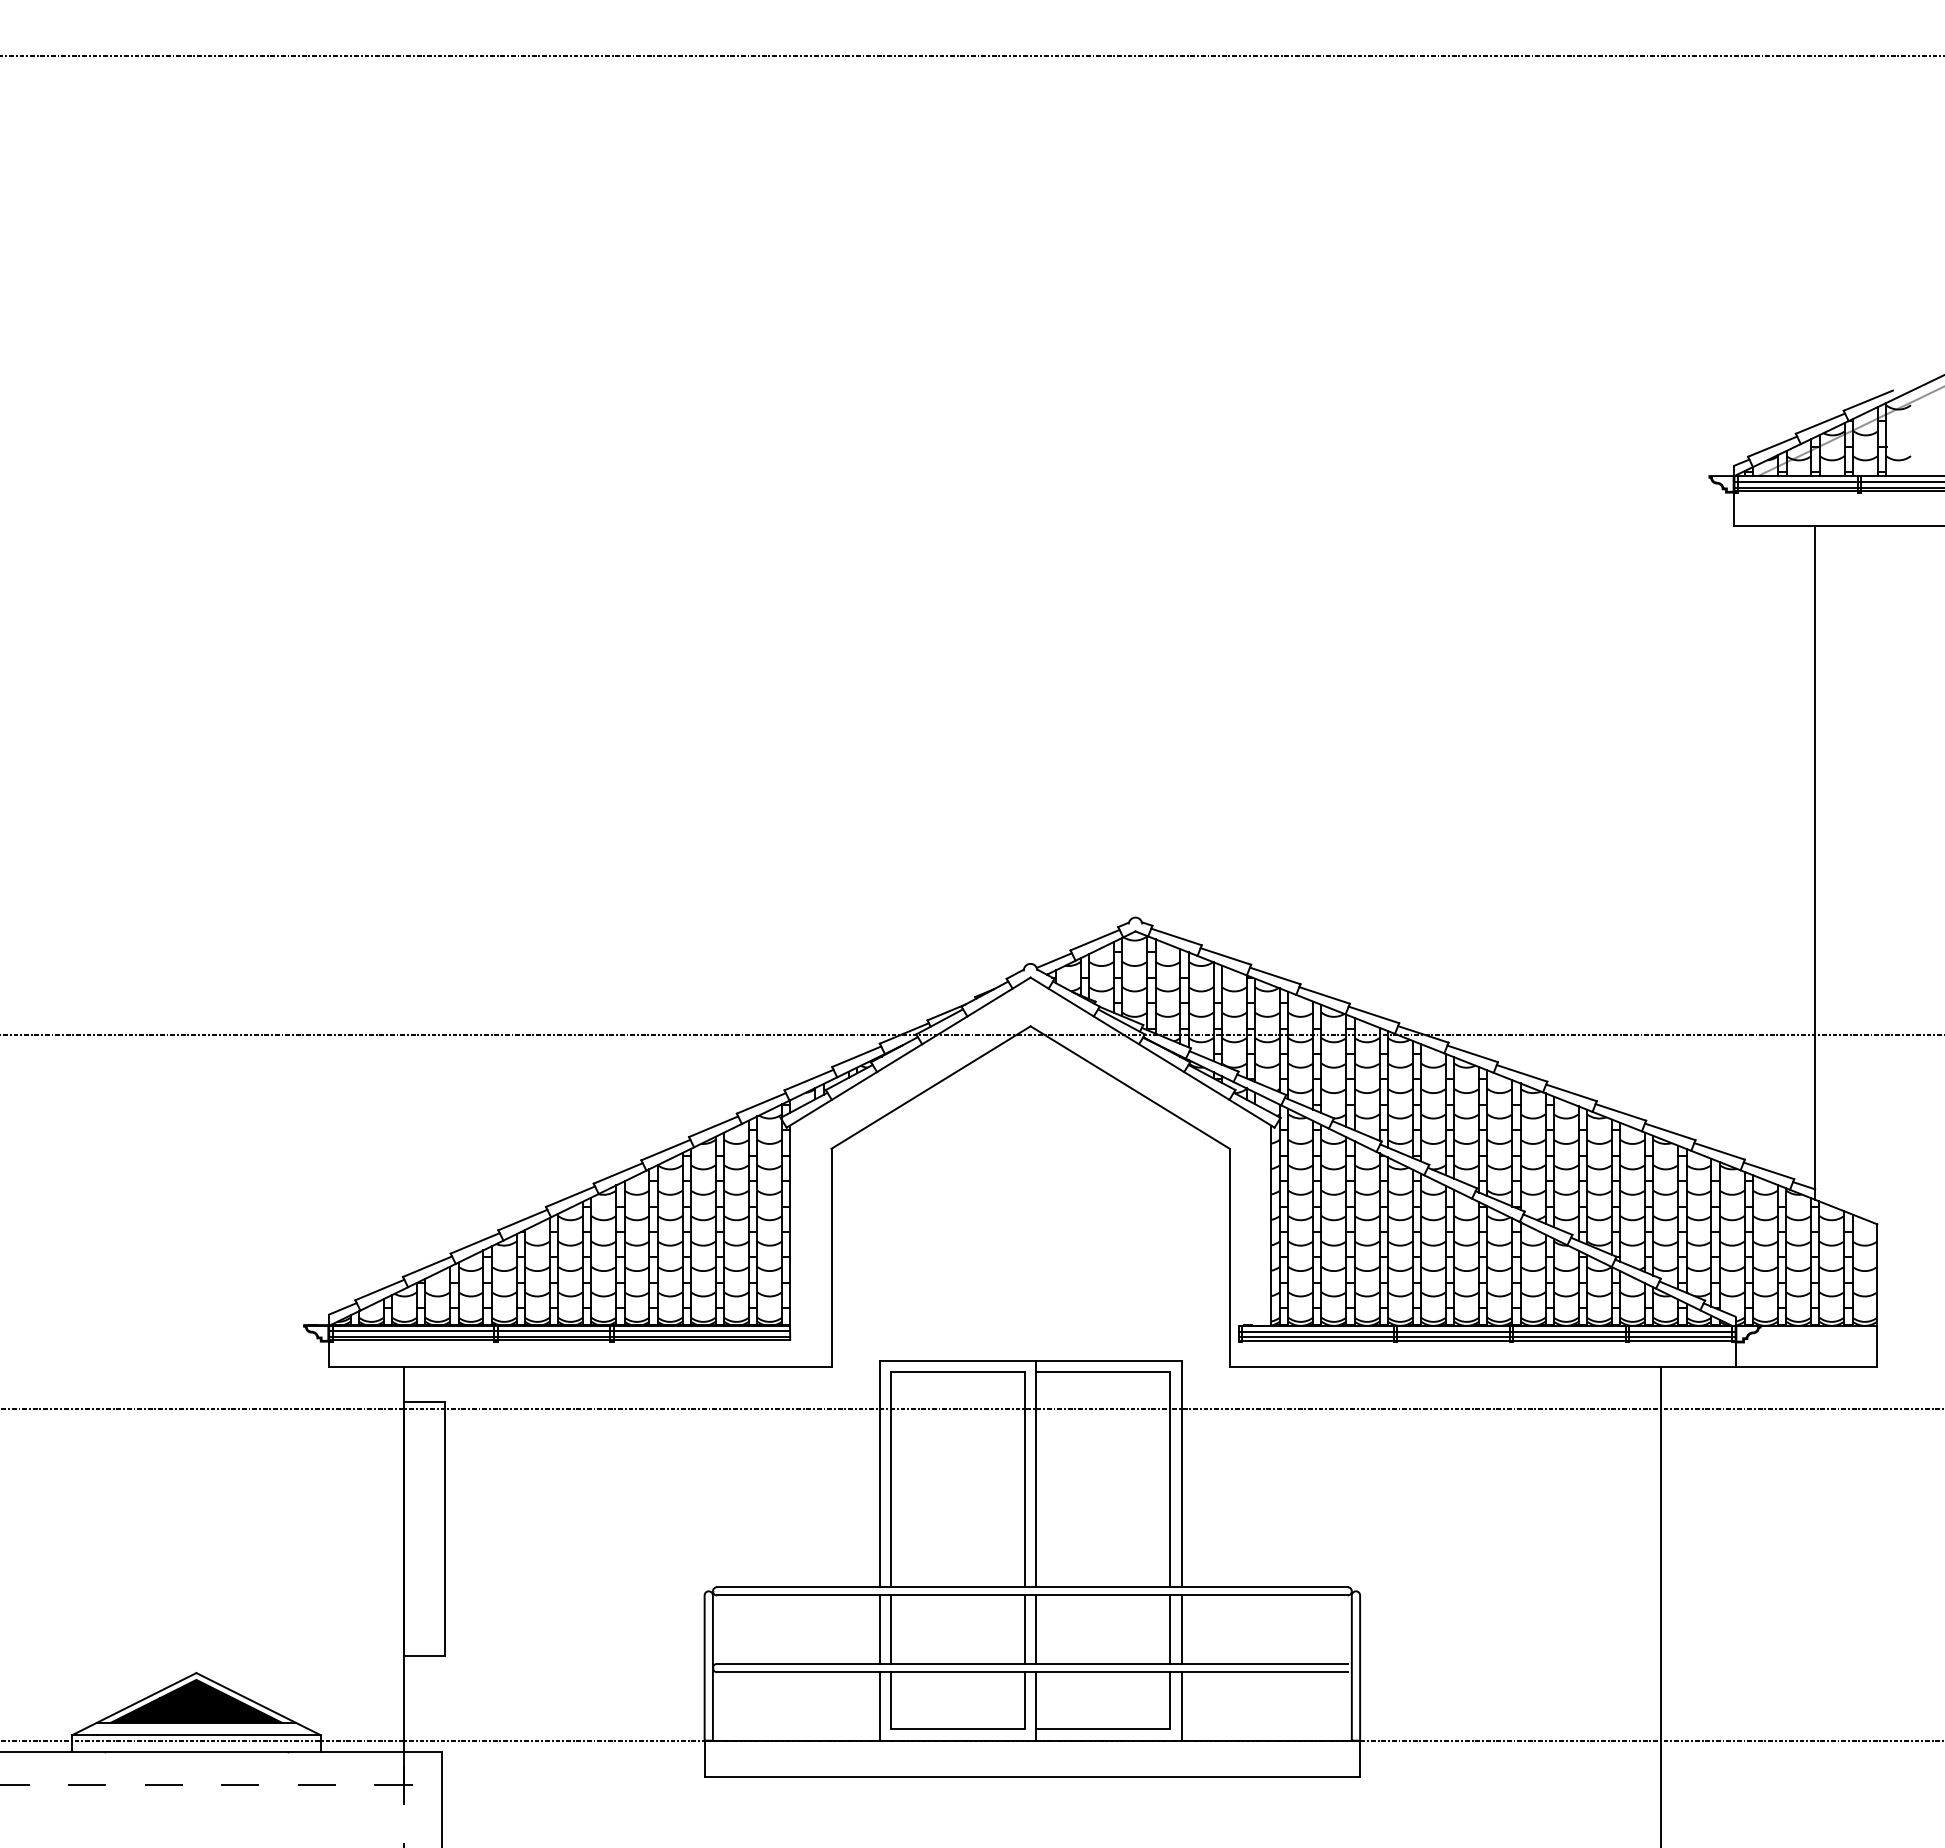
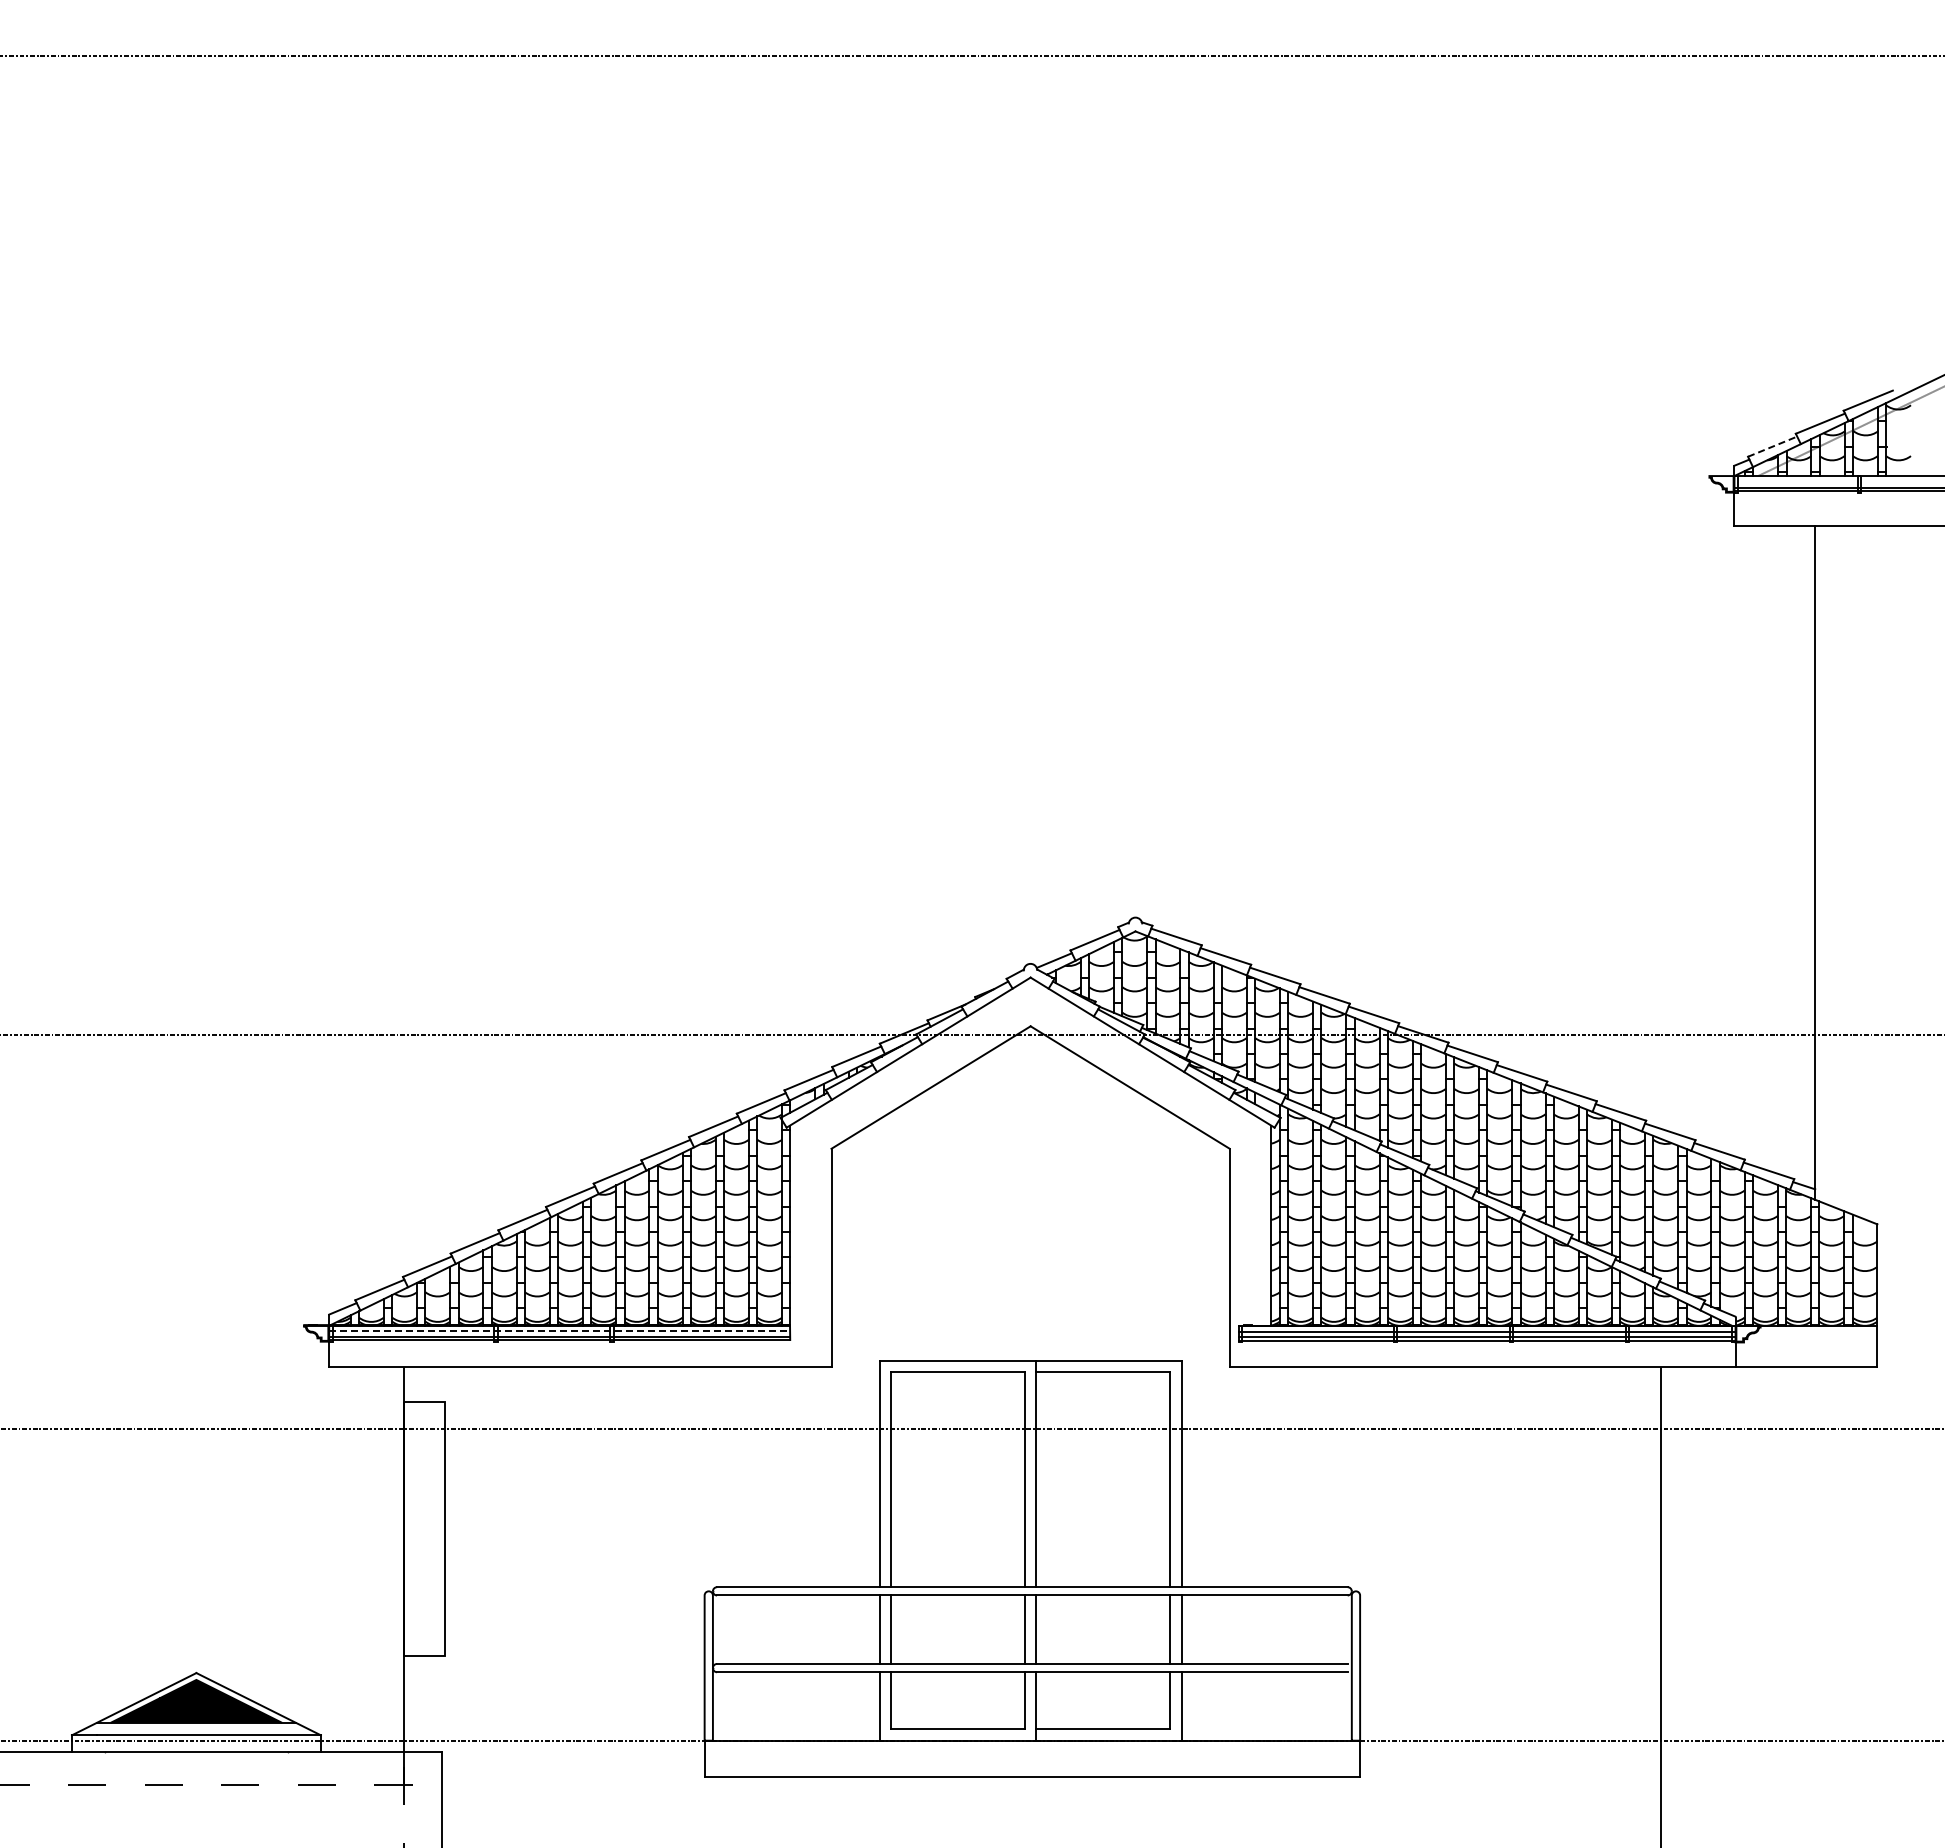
line at (1772, 446): solid -> dashed
line at (1837, 481): present -> none
line at (560, 1330): solid -> dashed
line at (971, 1408) position: (971, 1408) -> (971, 1428)
